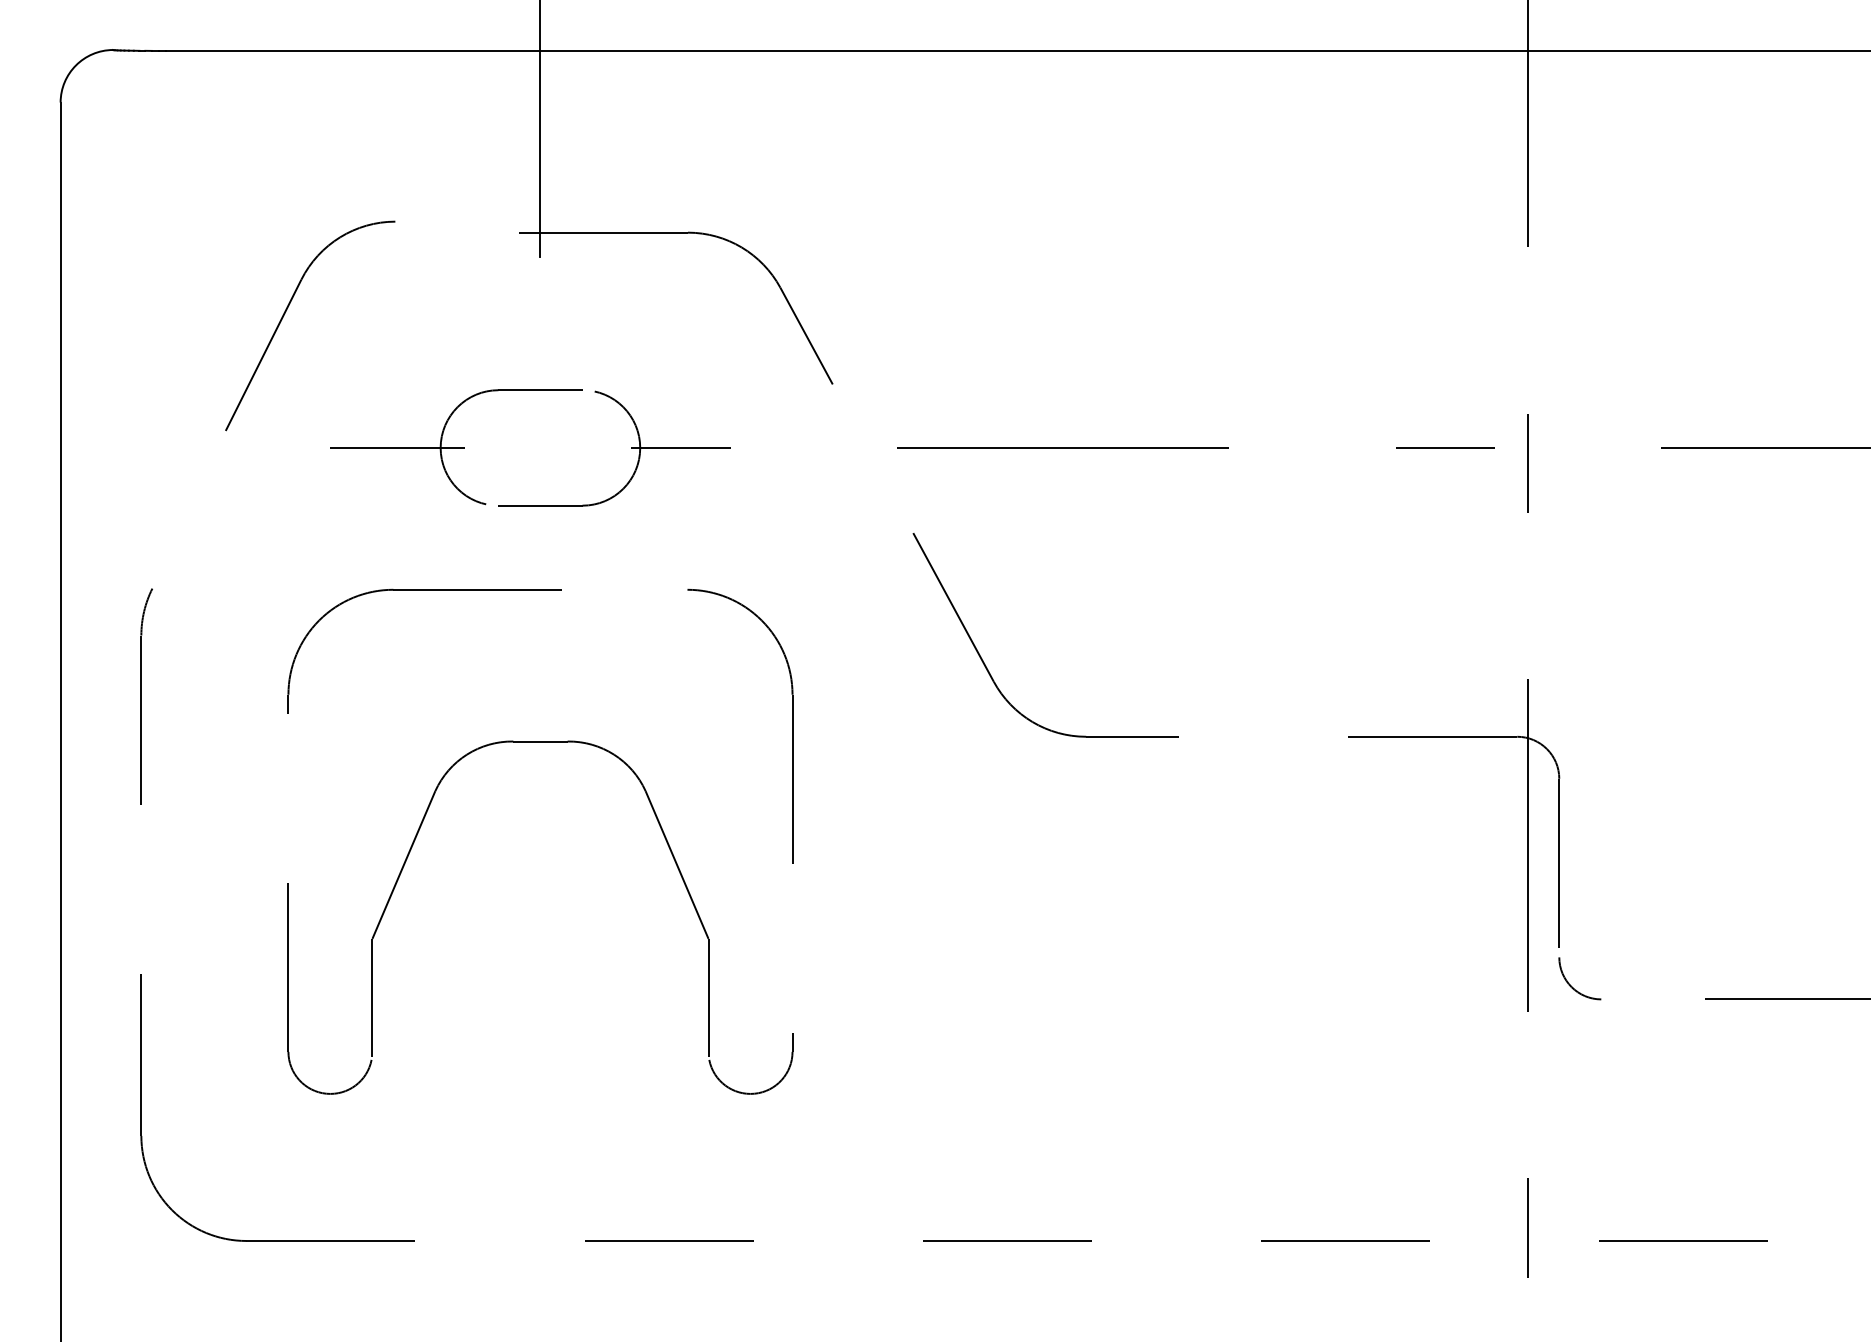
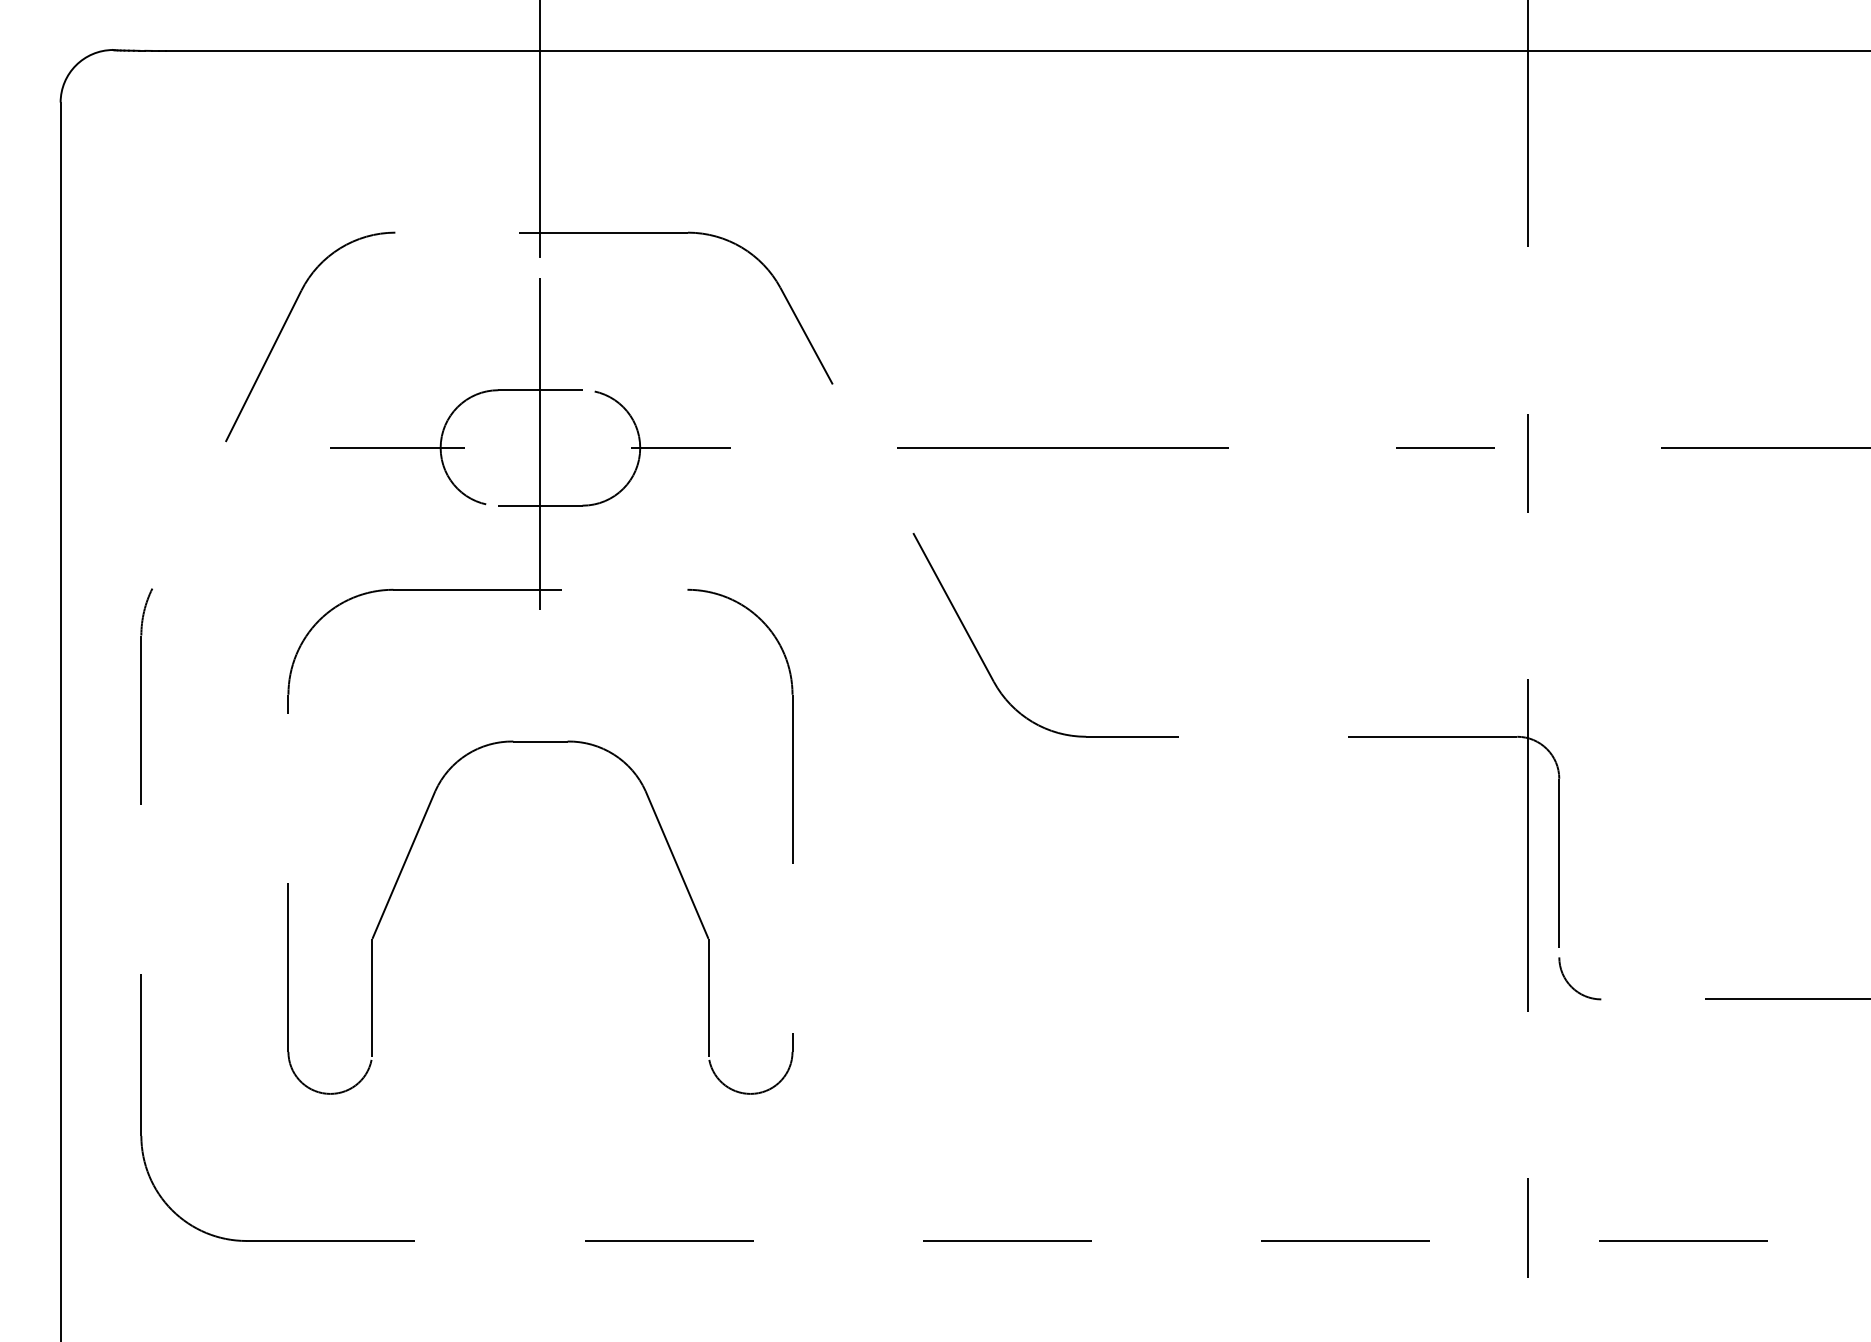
part at (285, 313) position: (285, 313) -> (285, 324)
line at (540, 453): none -> present
